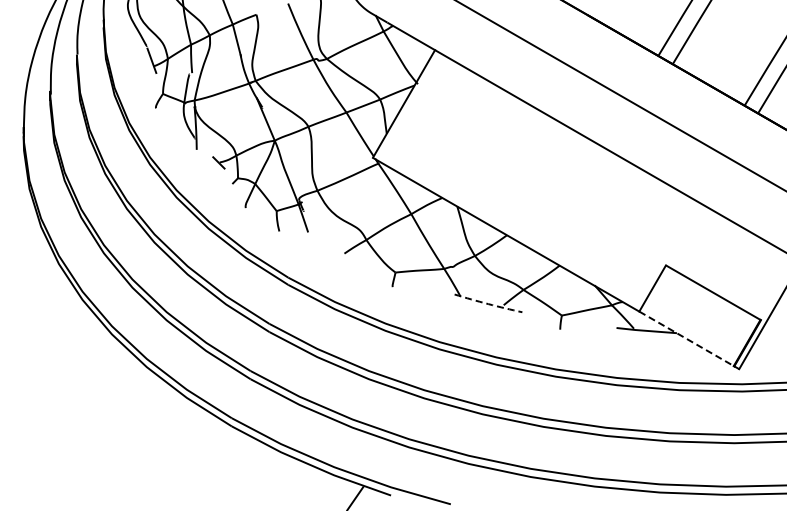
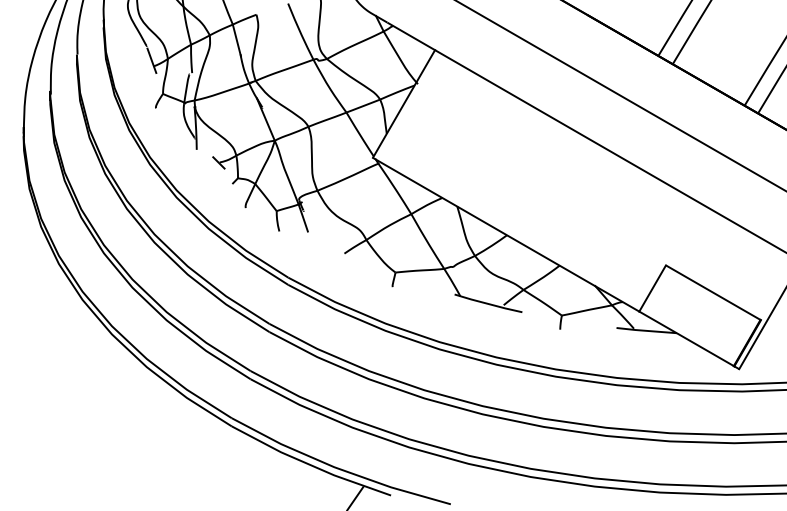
arc at (488, 304): dashed -> solid
line at (686, 338): dashed -> solid
